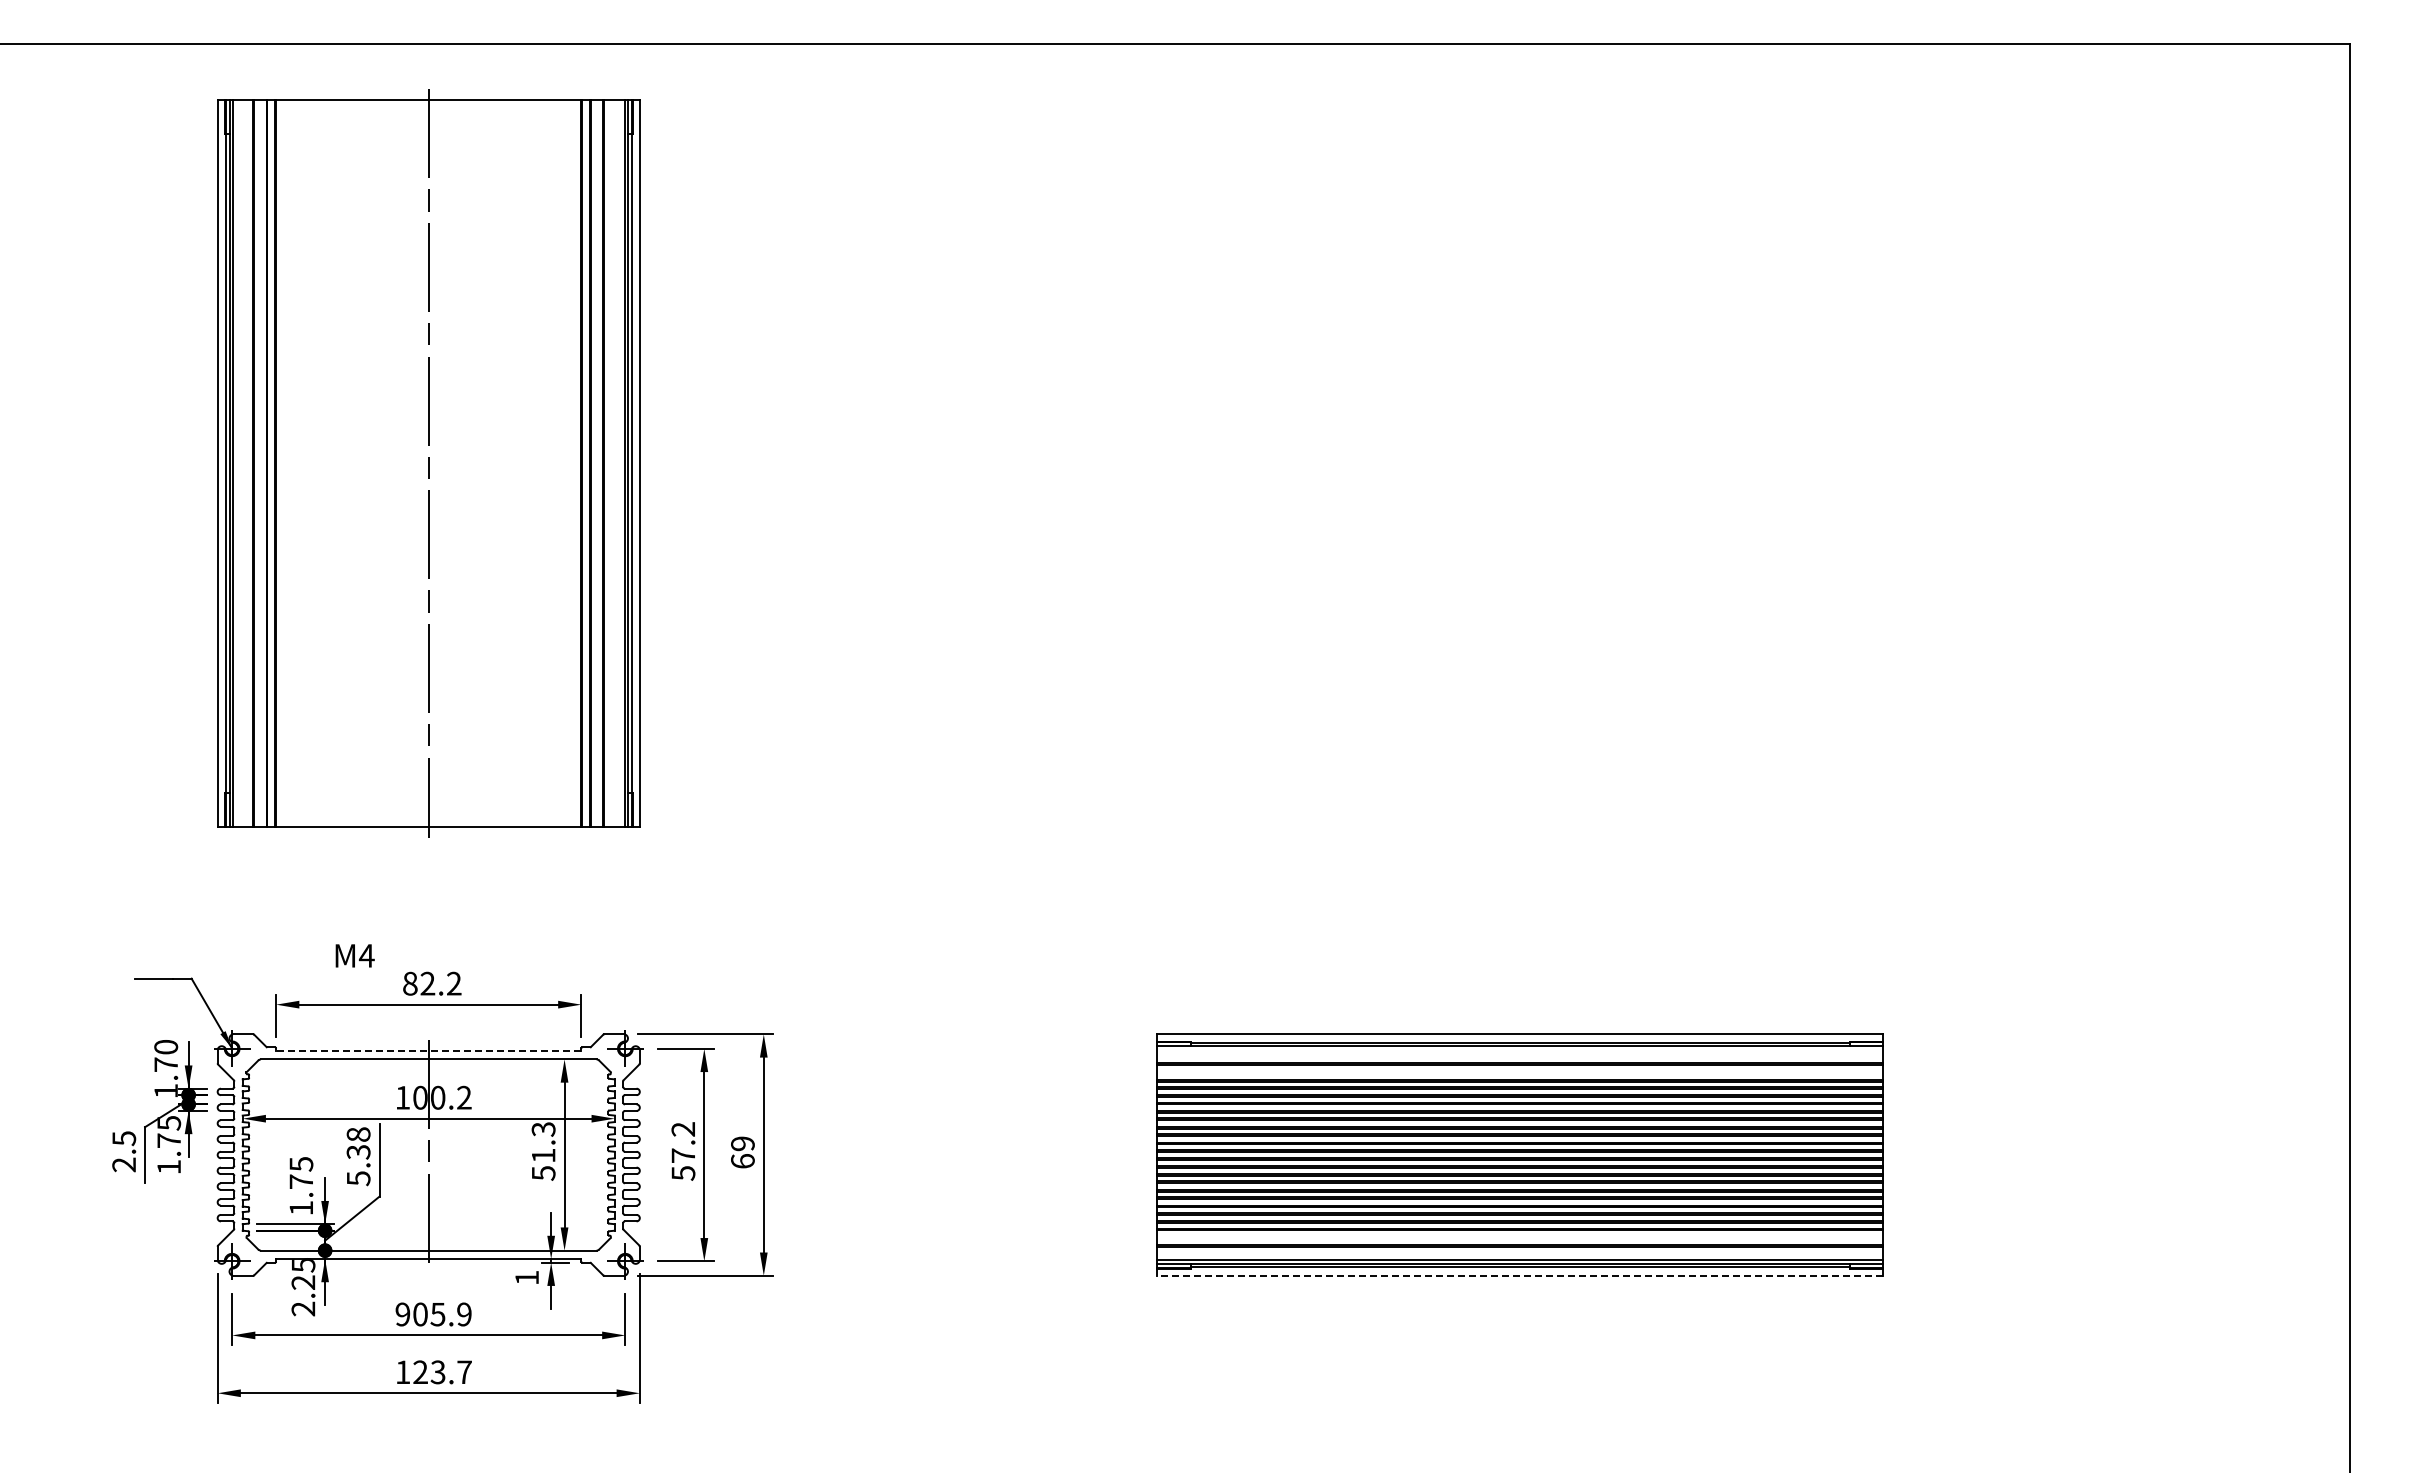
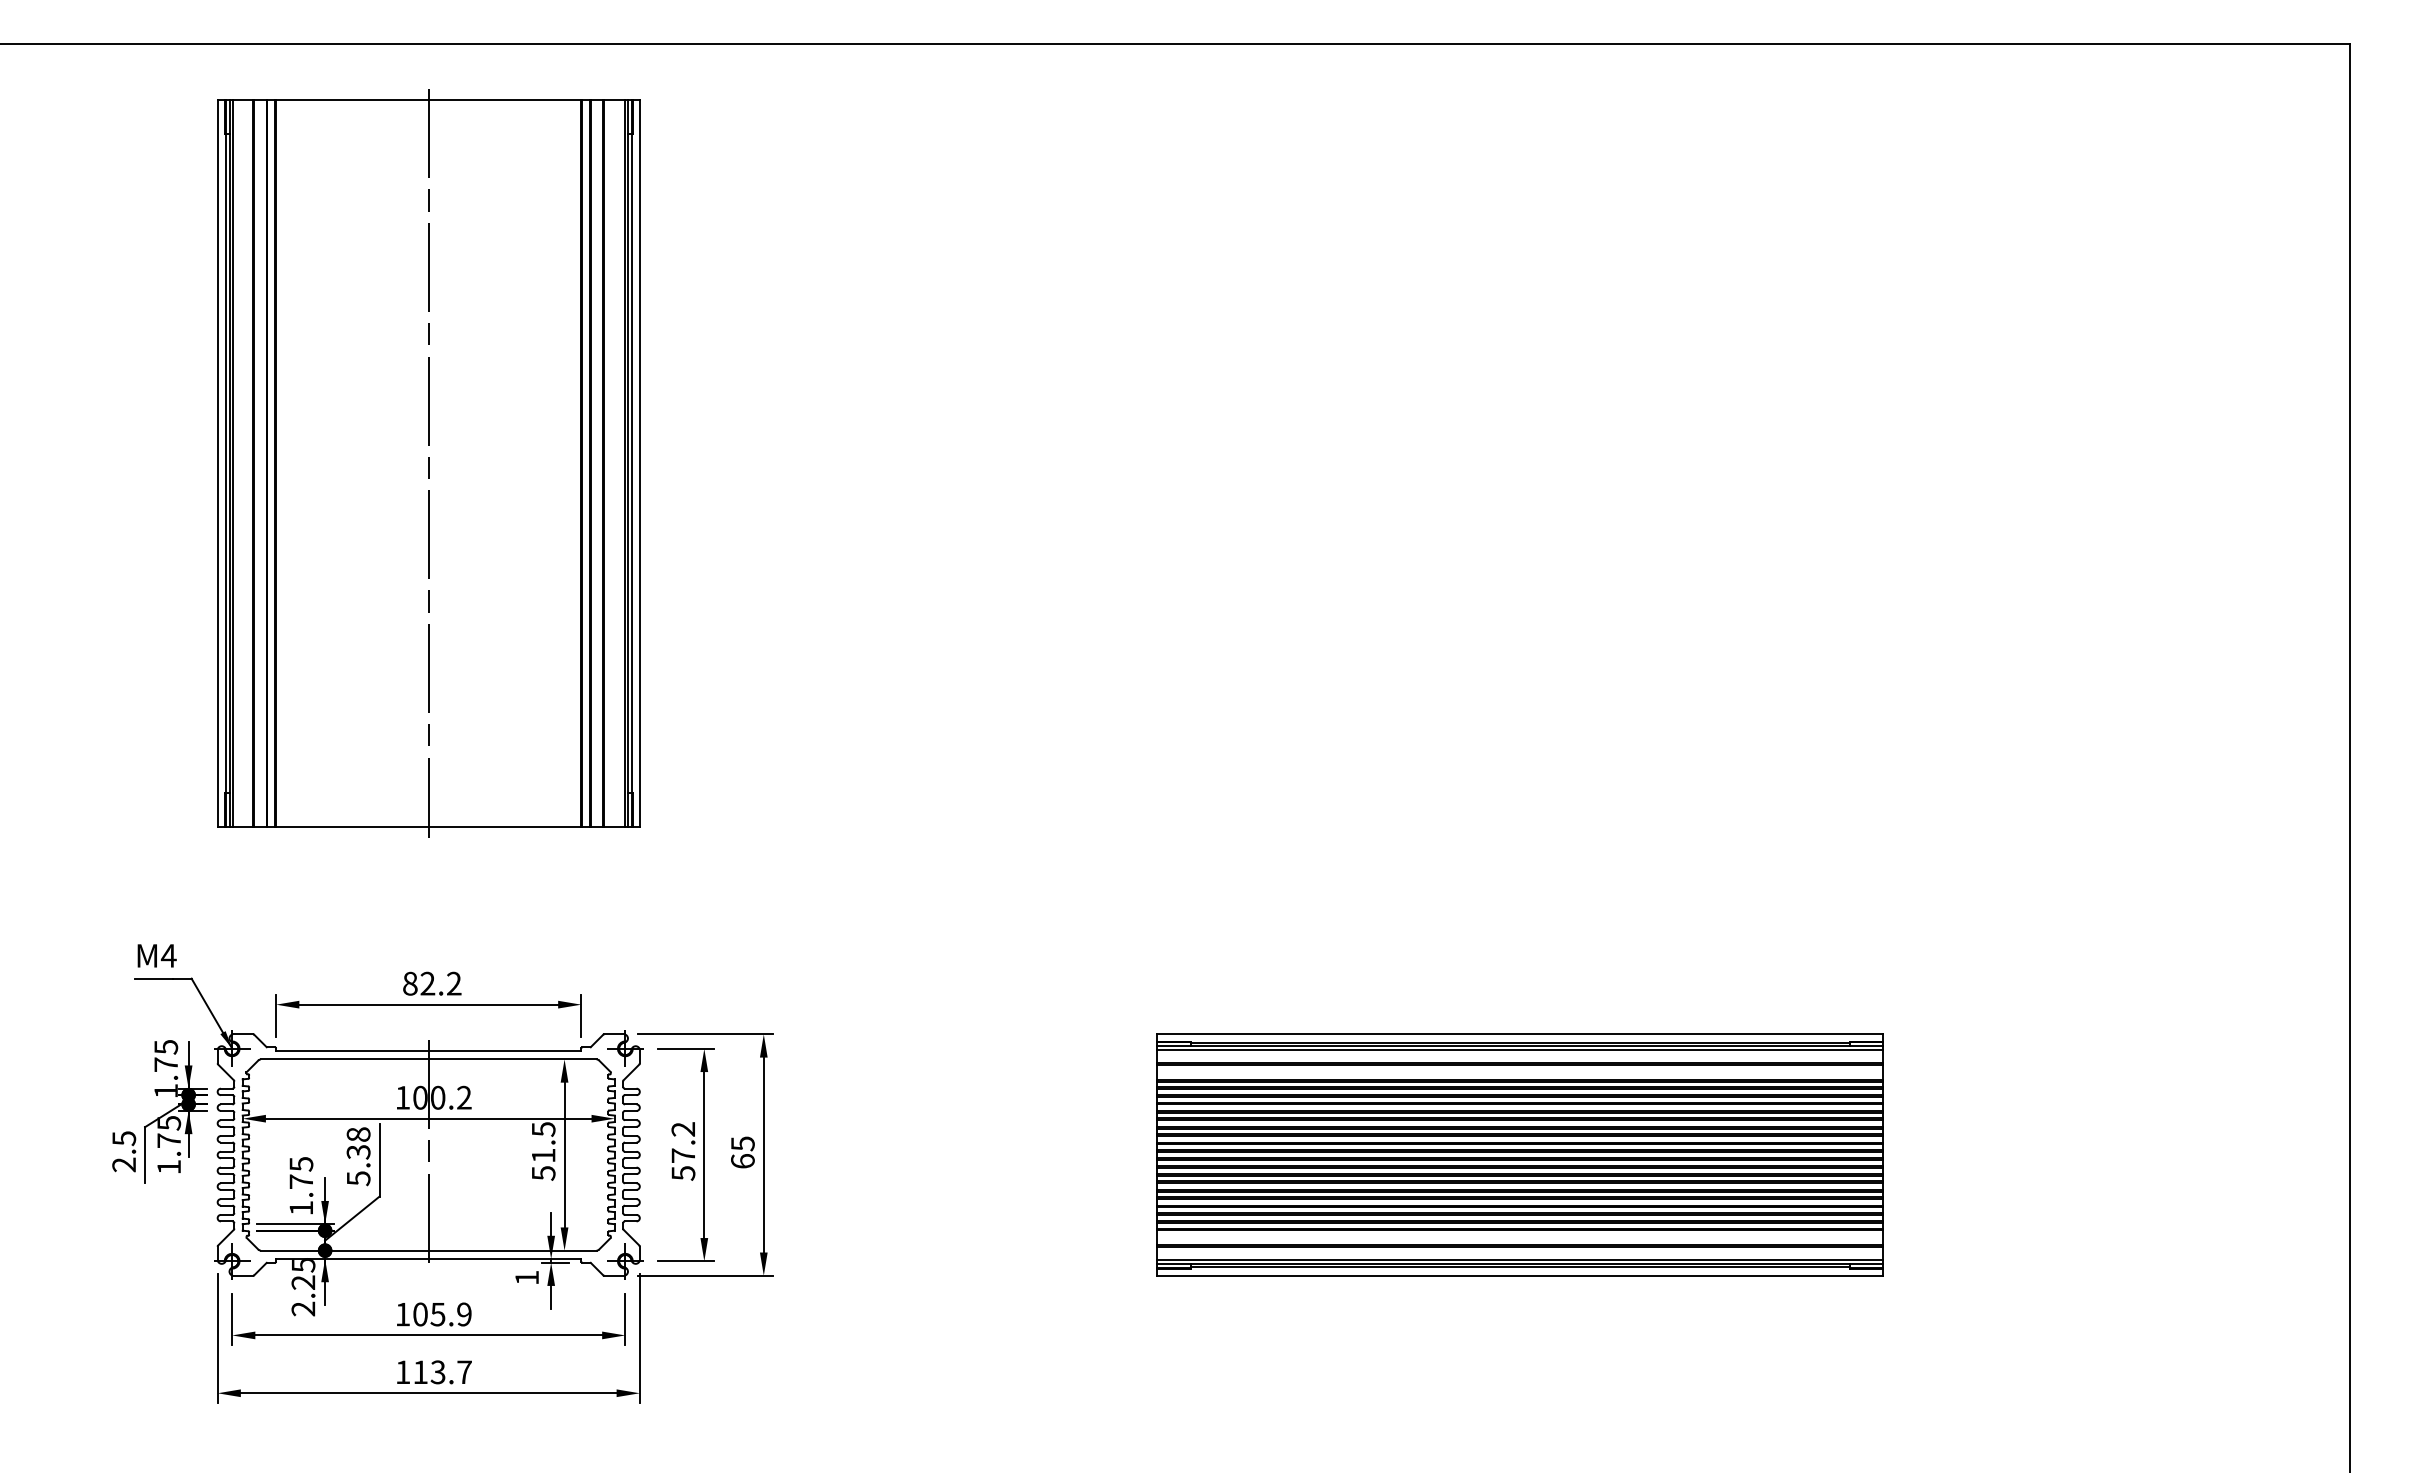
text at (354, 955) position: (354, 955) -> (156, 955)
text at (166, 1047): 1.70 -> 1.75
line at (1520, 1049): none -> present
line at (428, 1051): dashed -> solid
text at (543, 1129): 51.3 -> 51.5
text at (742, 1143): 69 -> 65
line at (1519, 1275): dashed -> solid
text at (402, 1314): 905.9 -> 105.9
text at (420, 1371): 123.7 -> 113.7
